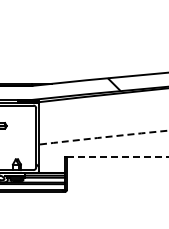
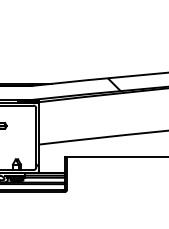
arc at (103, 137): dashed -> solid
line at (118, 156): dashed -> solid
